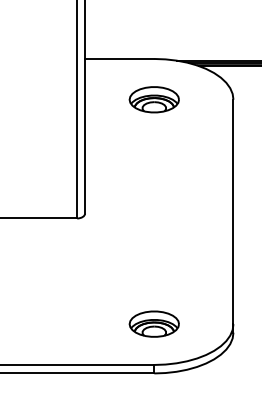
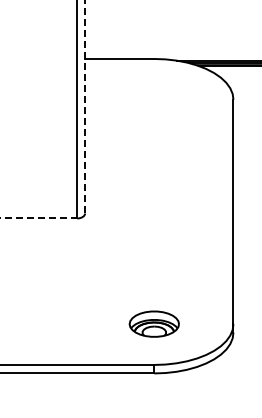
part at (153, 99): present -> none
line at (85, 106): solid -> dashed
line at (39, 218): solid -> dashed
